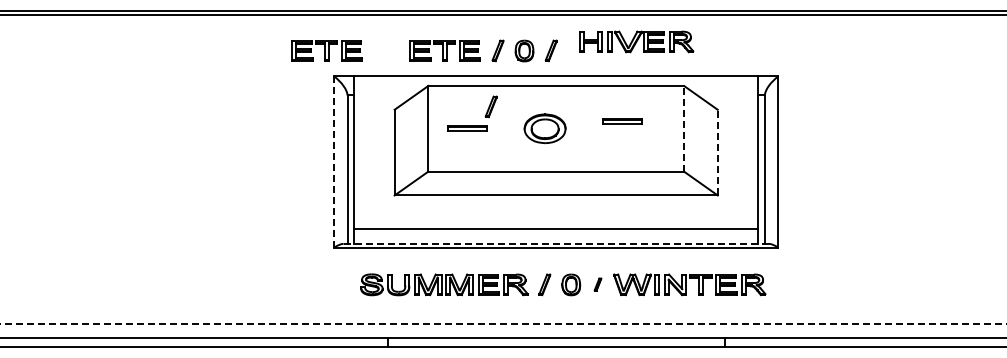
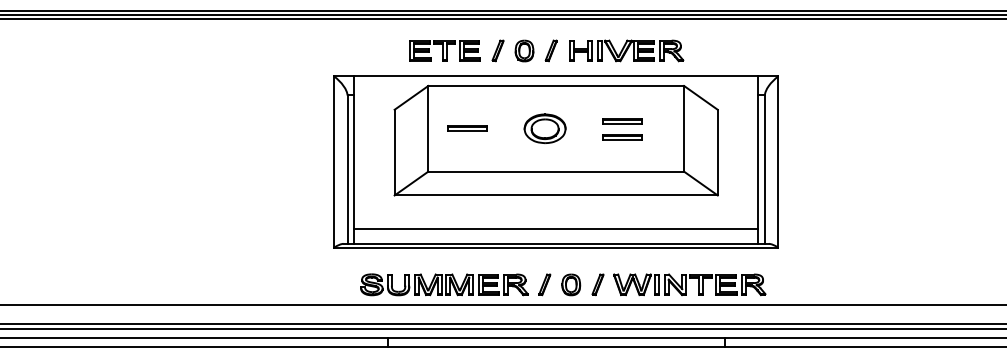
line at (502, 19): none -> present
part at (636, 41) position: (636, 41) -> (626, 50)
part at (326, 50): present -> none
part at (490, 106): present -> none
line at (684, 128): dashed -> solid
part at (622, 137): none -> present
line at (717, 152): dashed -> solid
line at (334, 162): dashed -> solid
line at (556, 243): dashed -> solid
part at (597, 284) size: 10x15 px -> 14x23 px
line at (502, 304): none -> present
line at (503, 323): dashed -> solid
line at (502, 328): none -> present
